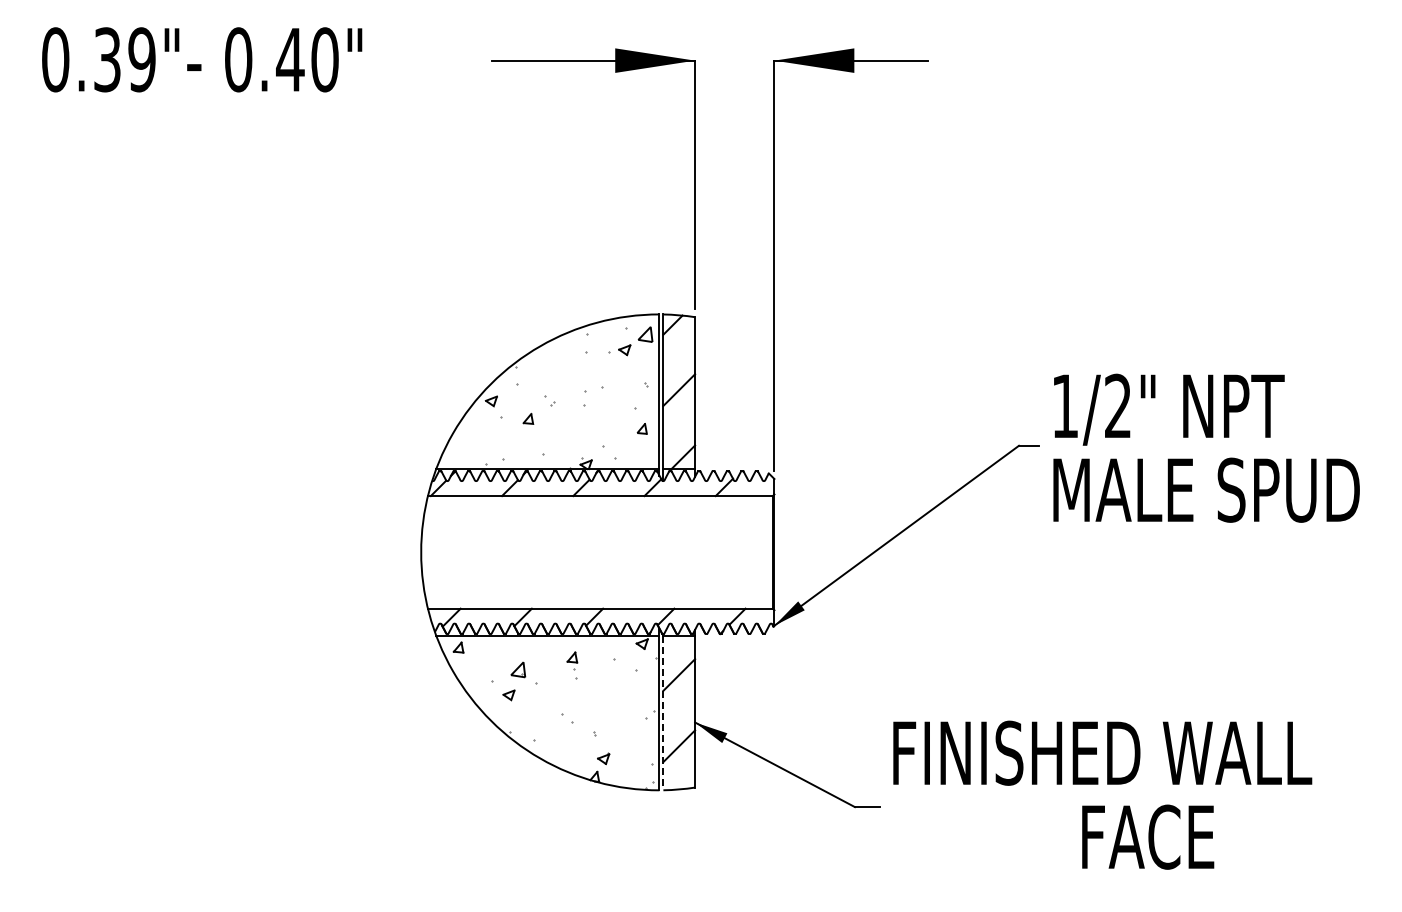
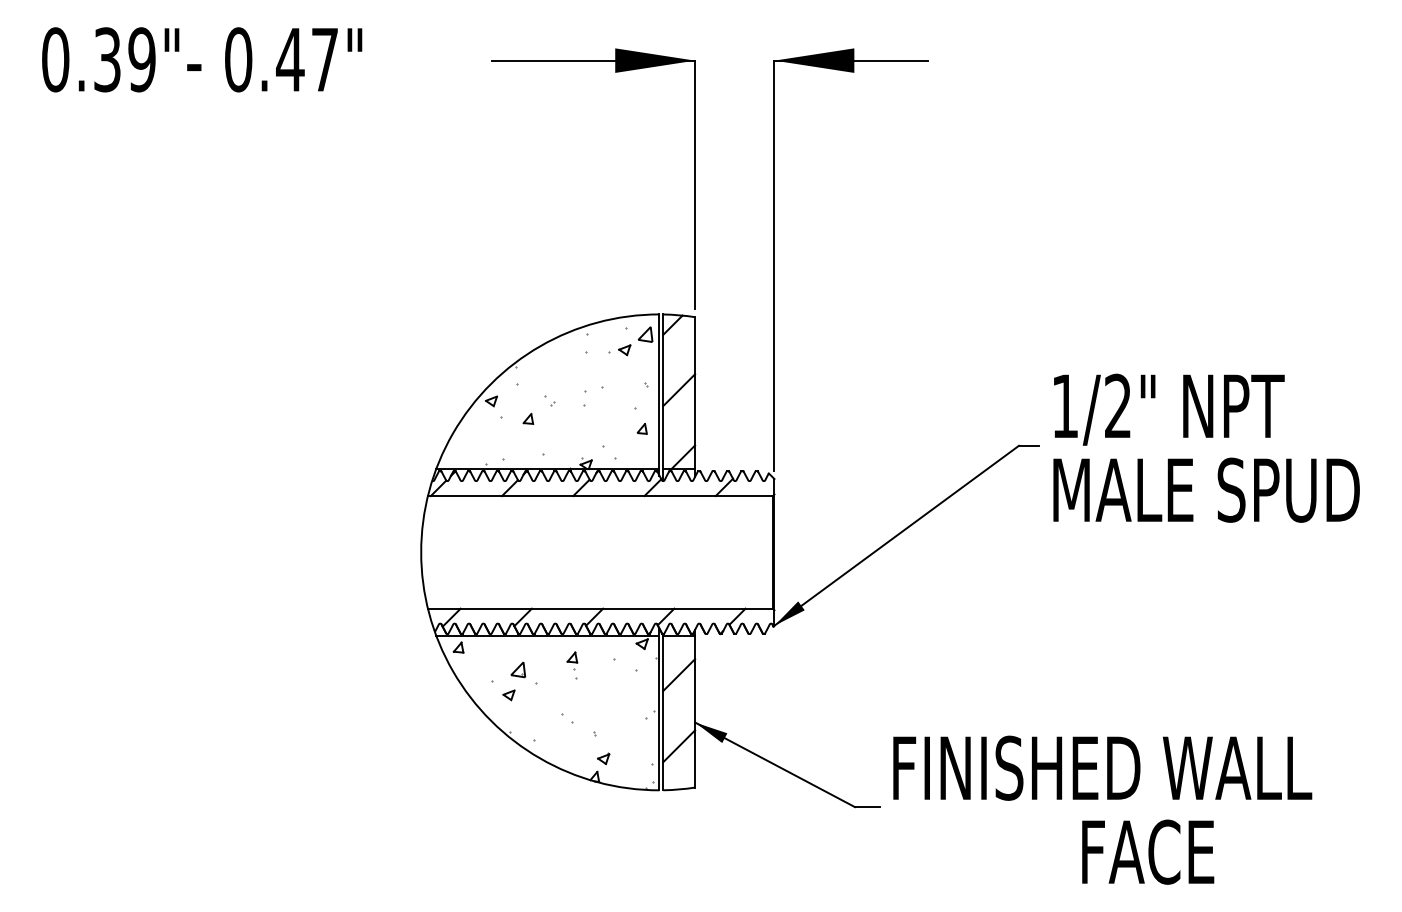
text at (324, 59): 0.40" -> 0.47"
line at (663, 713): dashed -> solid
text at (1102, 794) position: (1102, 794) -> (1102, 809)
